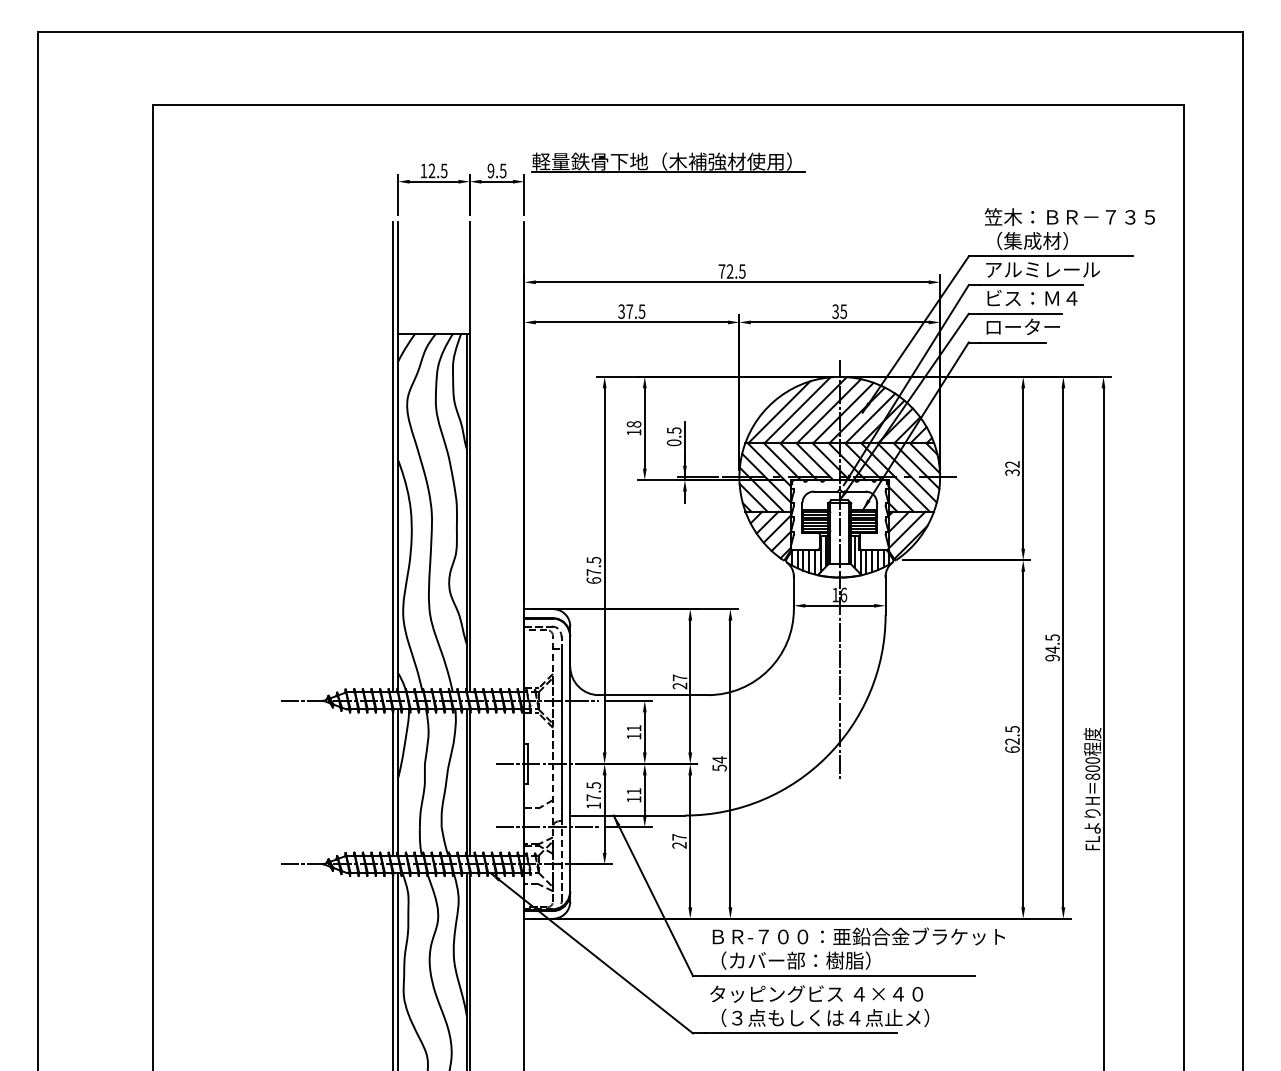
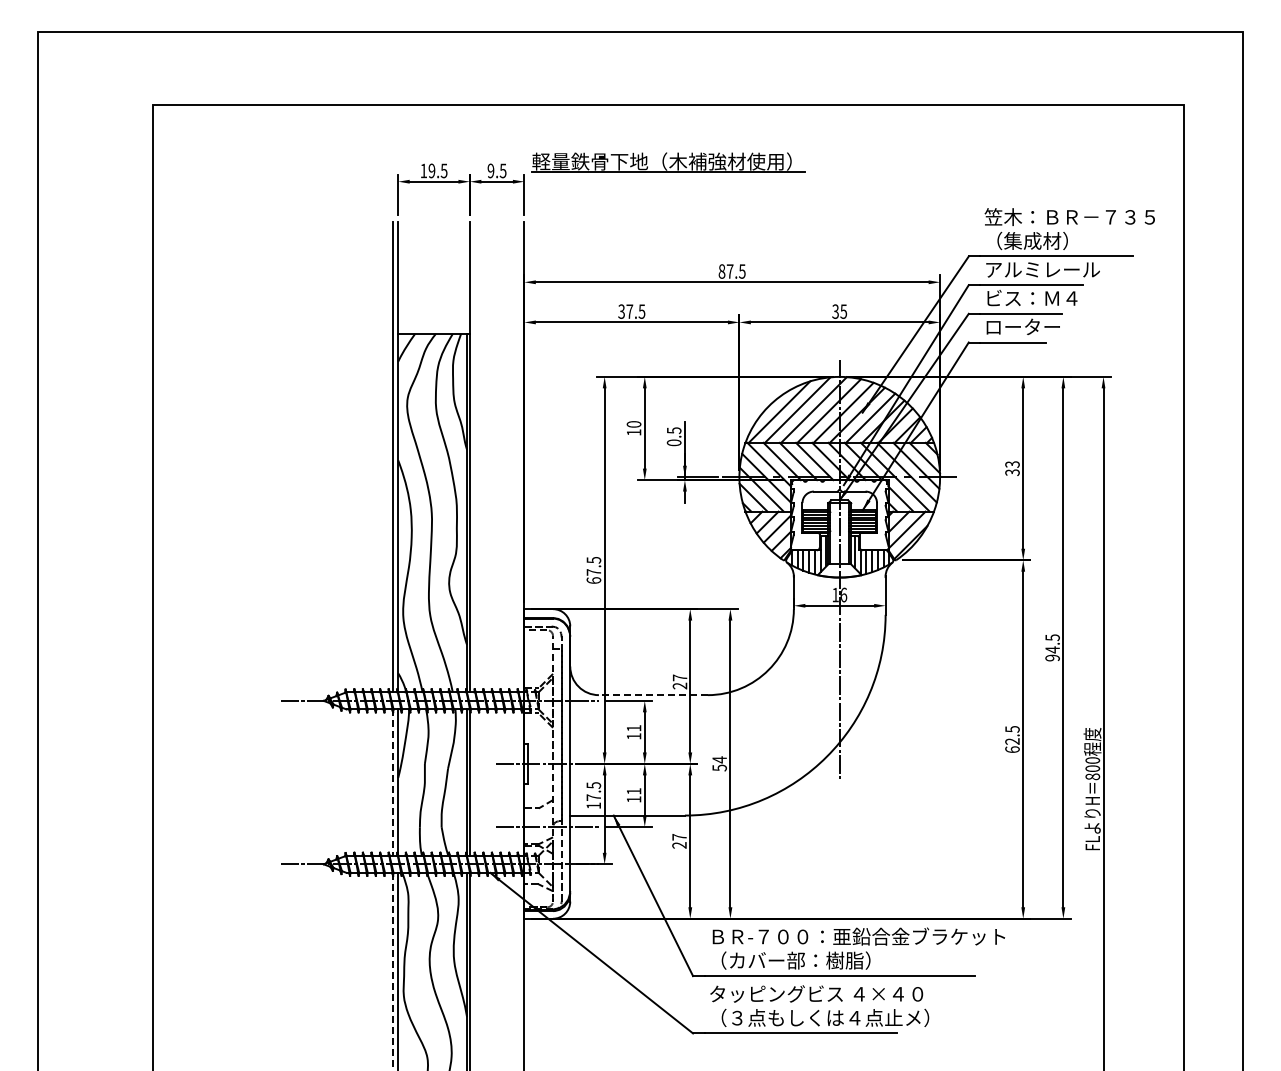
text at (431, 171): 12.5 -> 19.5
text at (725, 271): 72.5 -> 87.5
text at (633, 424): 18 -> 10
text at (1012, 464): 32 -> 33
line at (652, 695): solid -> dashed
line at (392, 783): solid -> dashed
line at (392, 971): solid -> dashed
